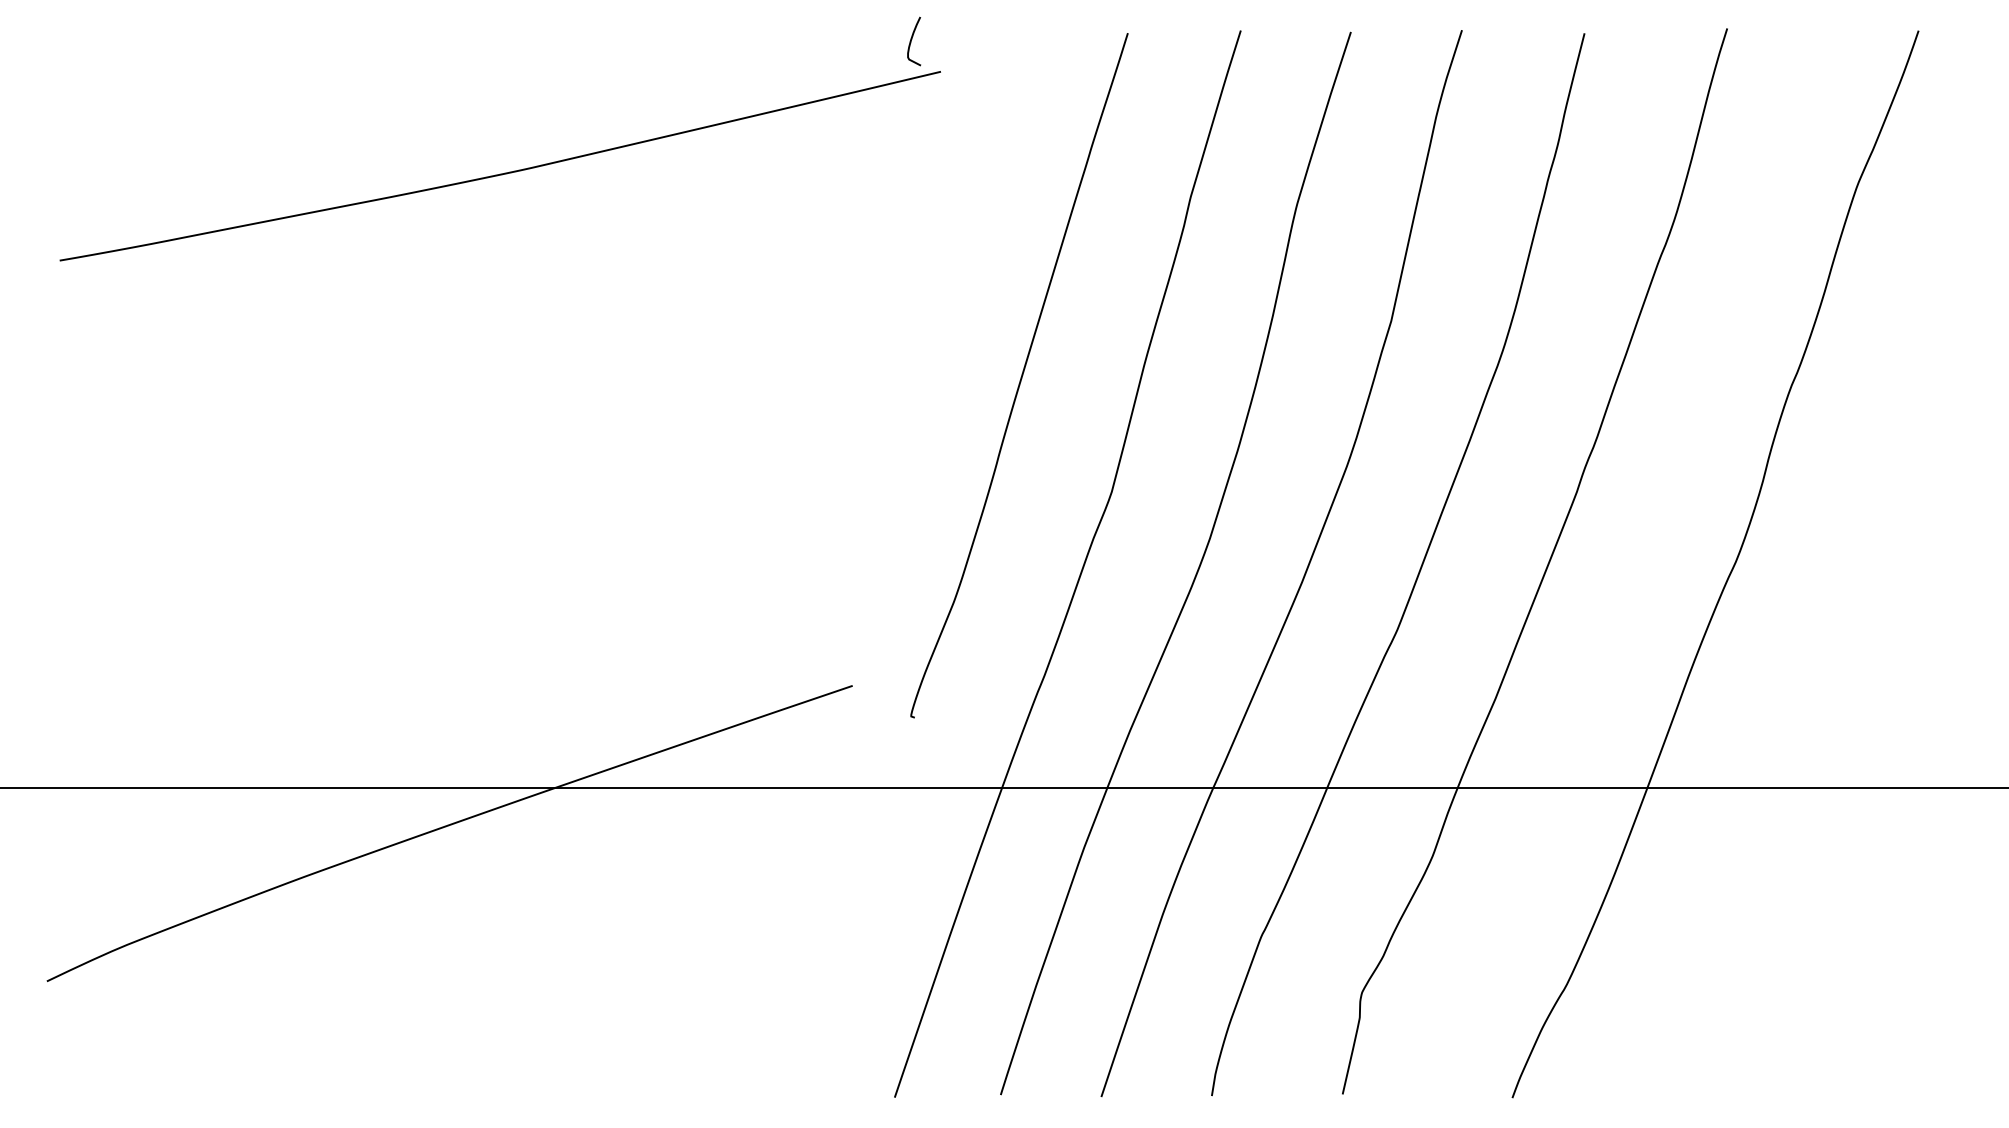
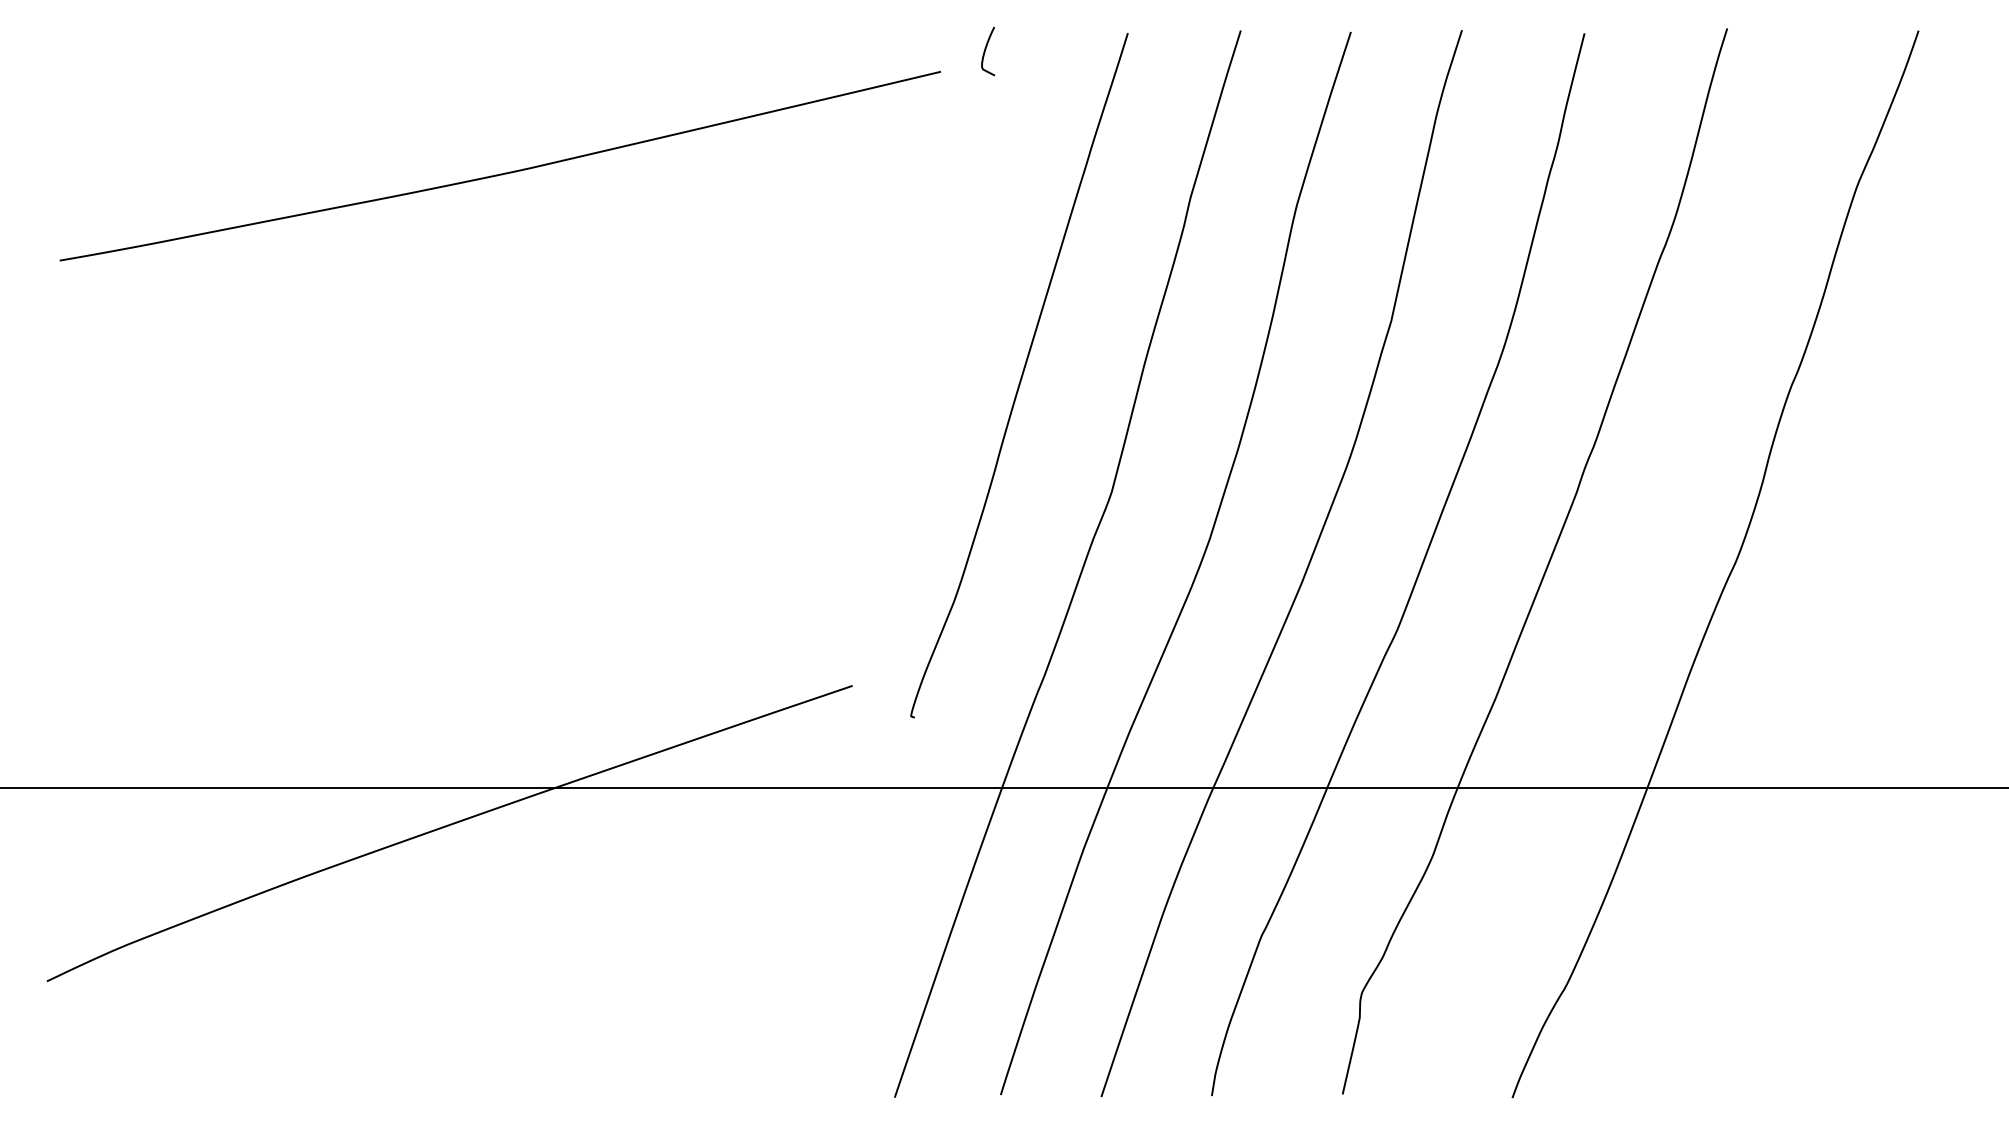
curve at (912, 39) position: (912, 39) -> (986, 49)
